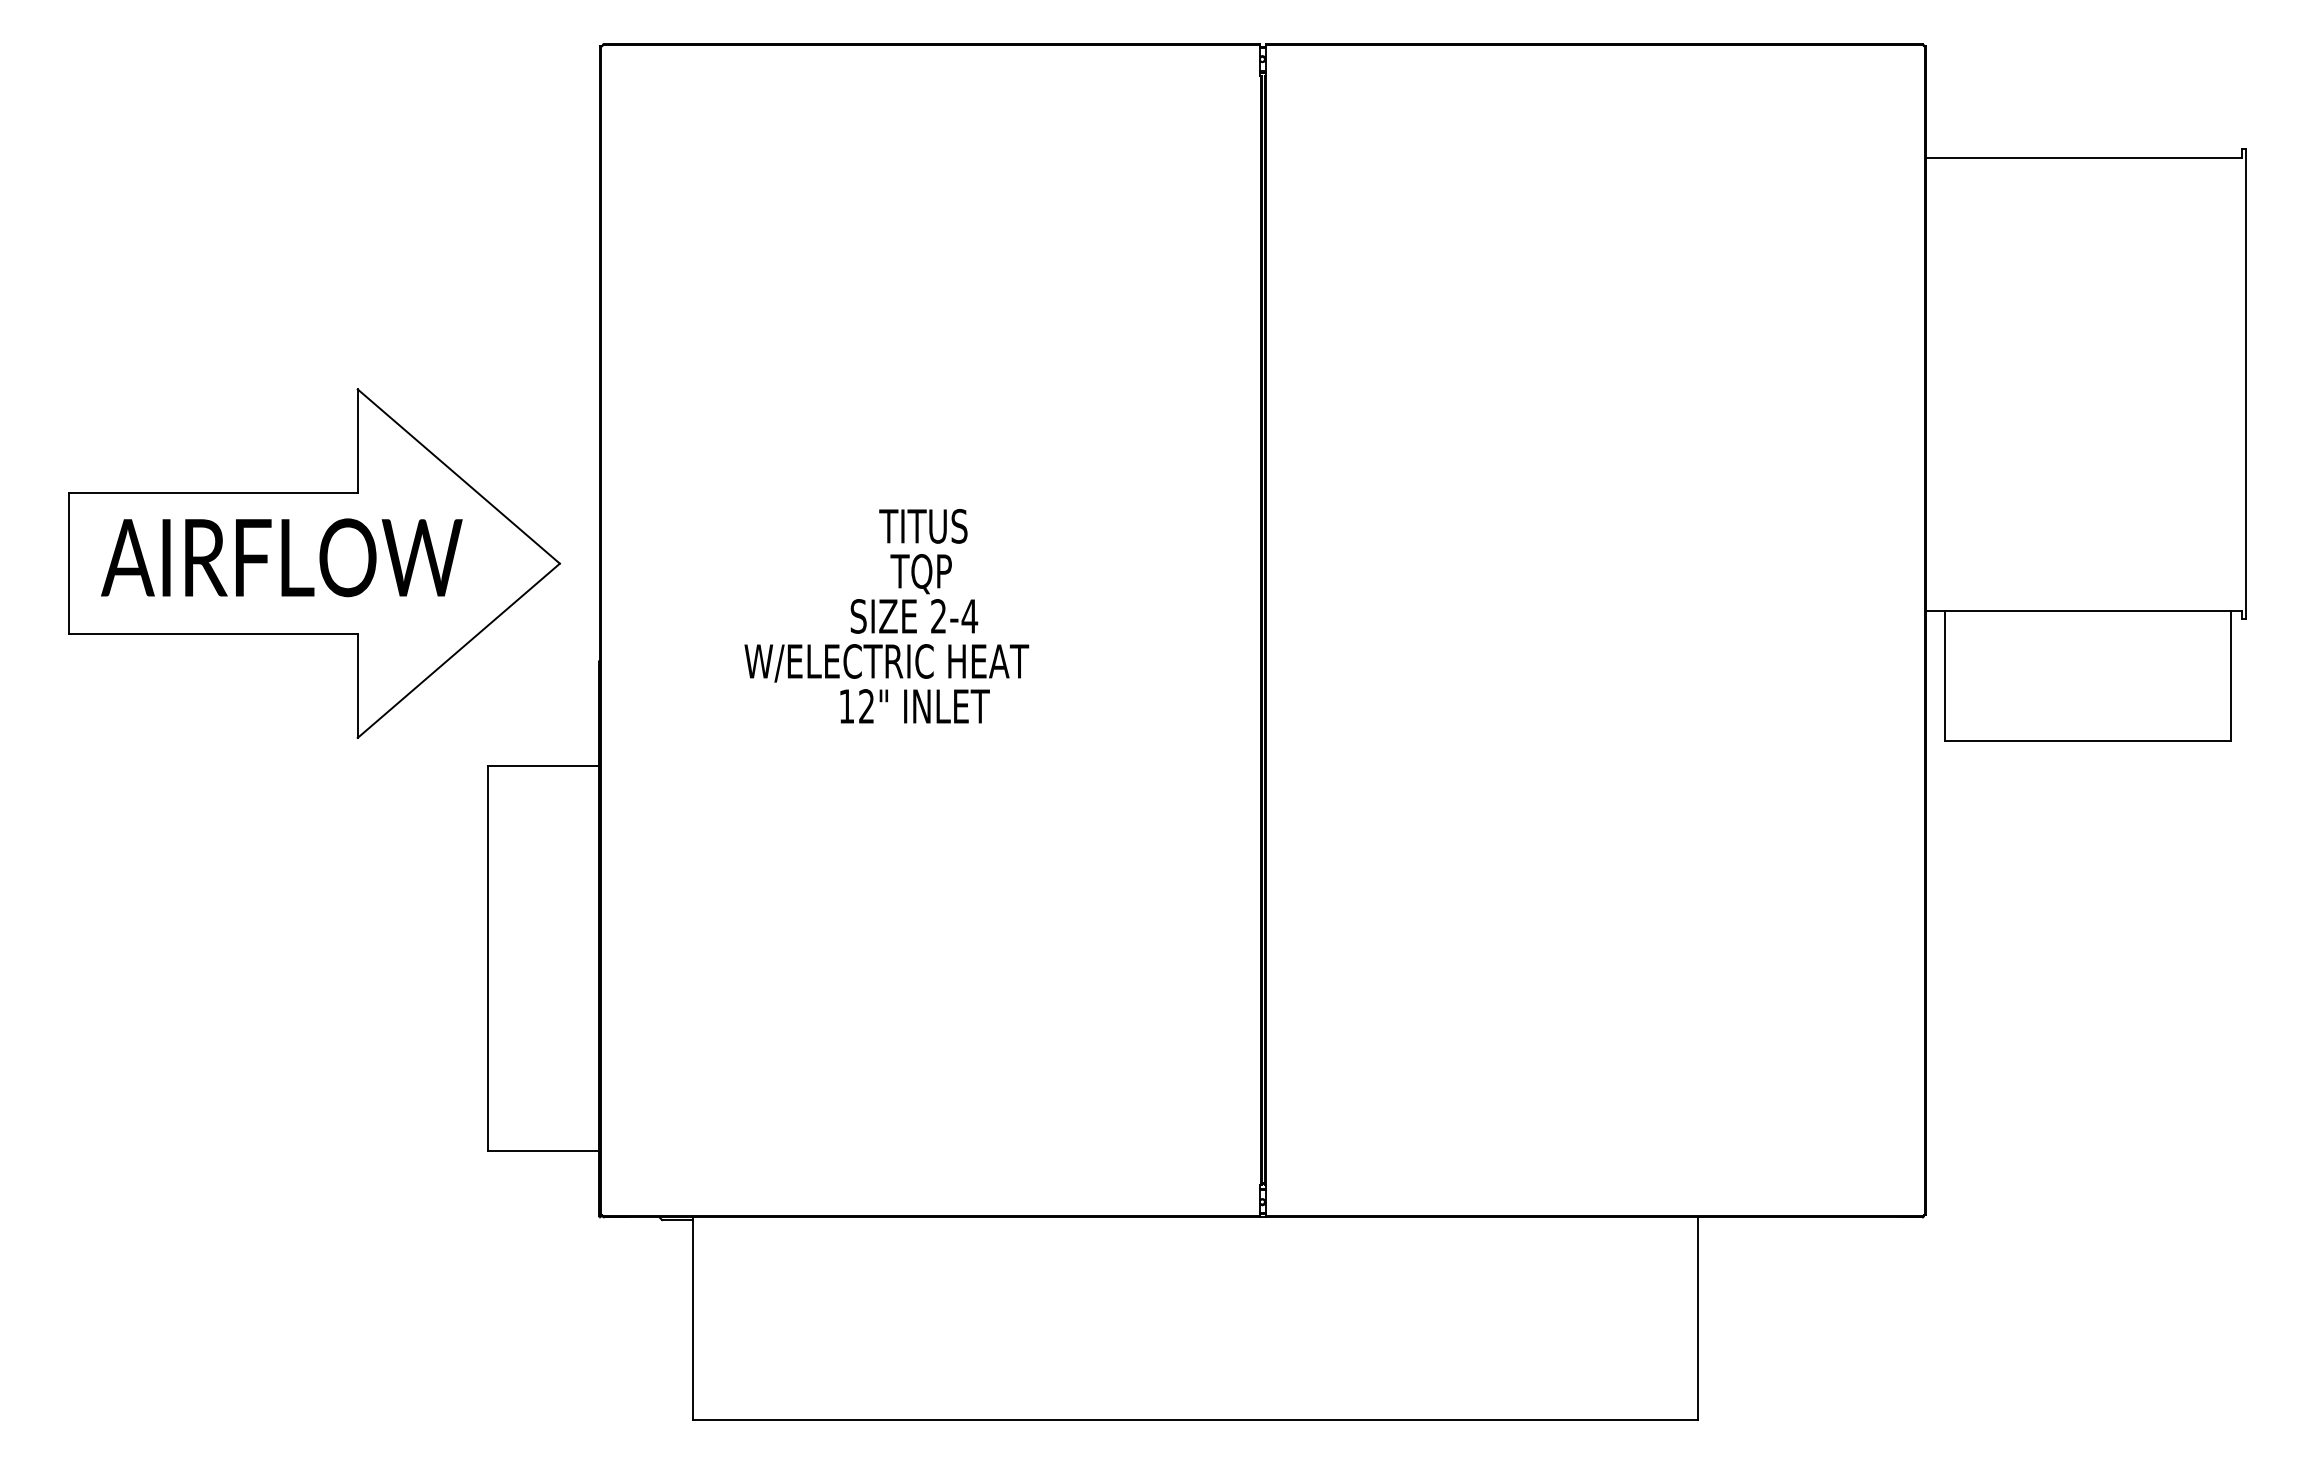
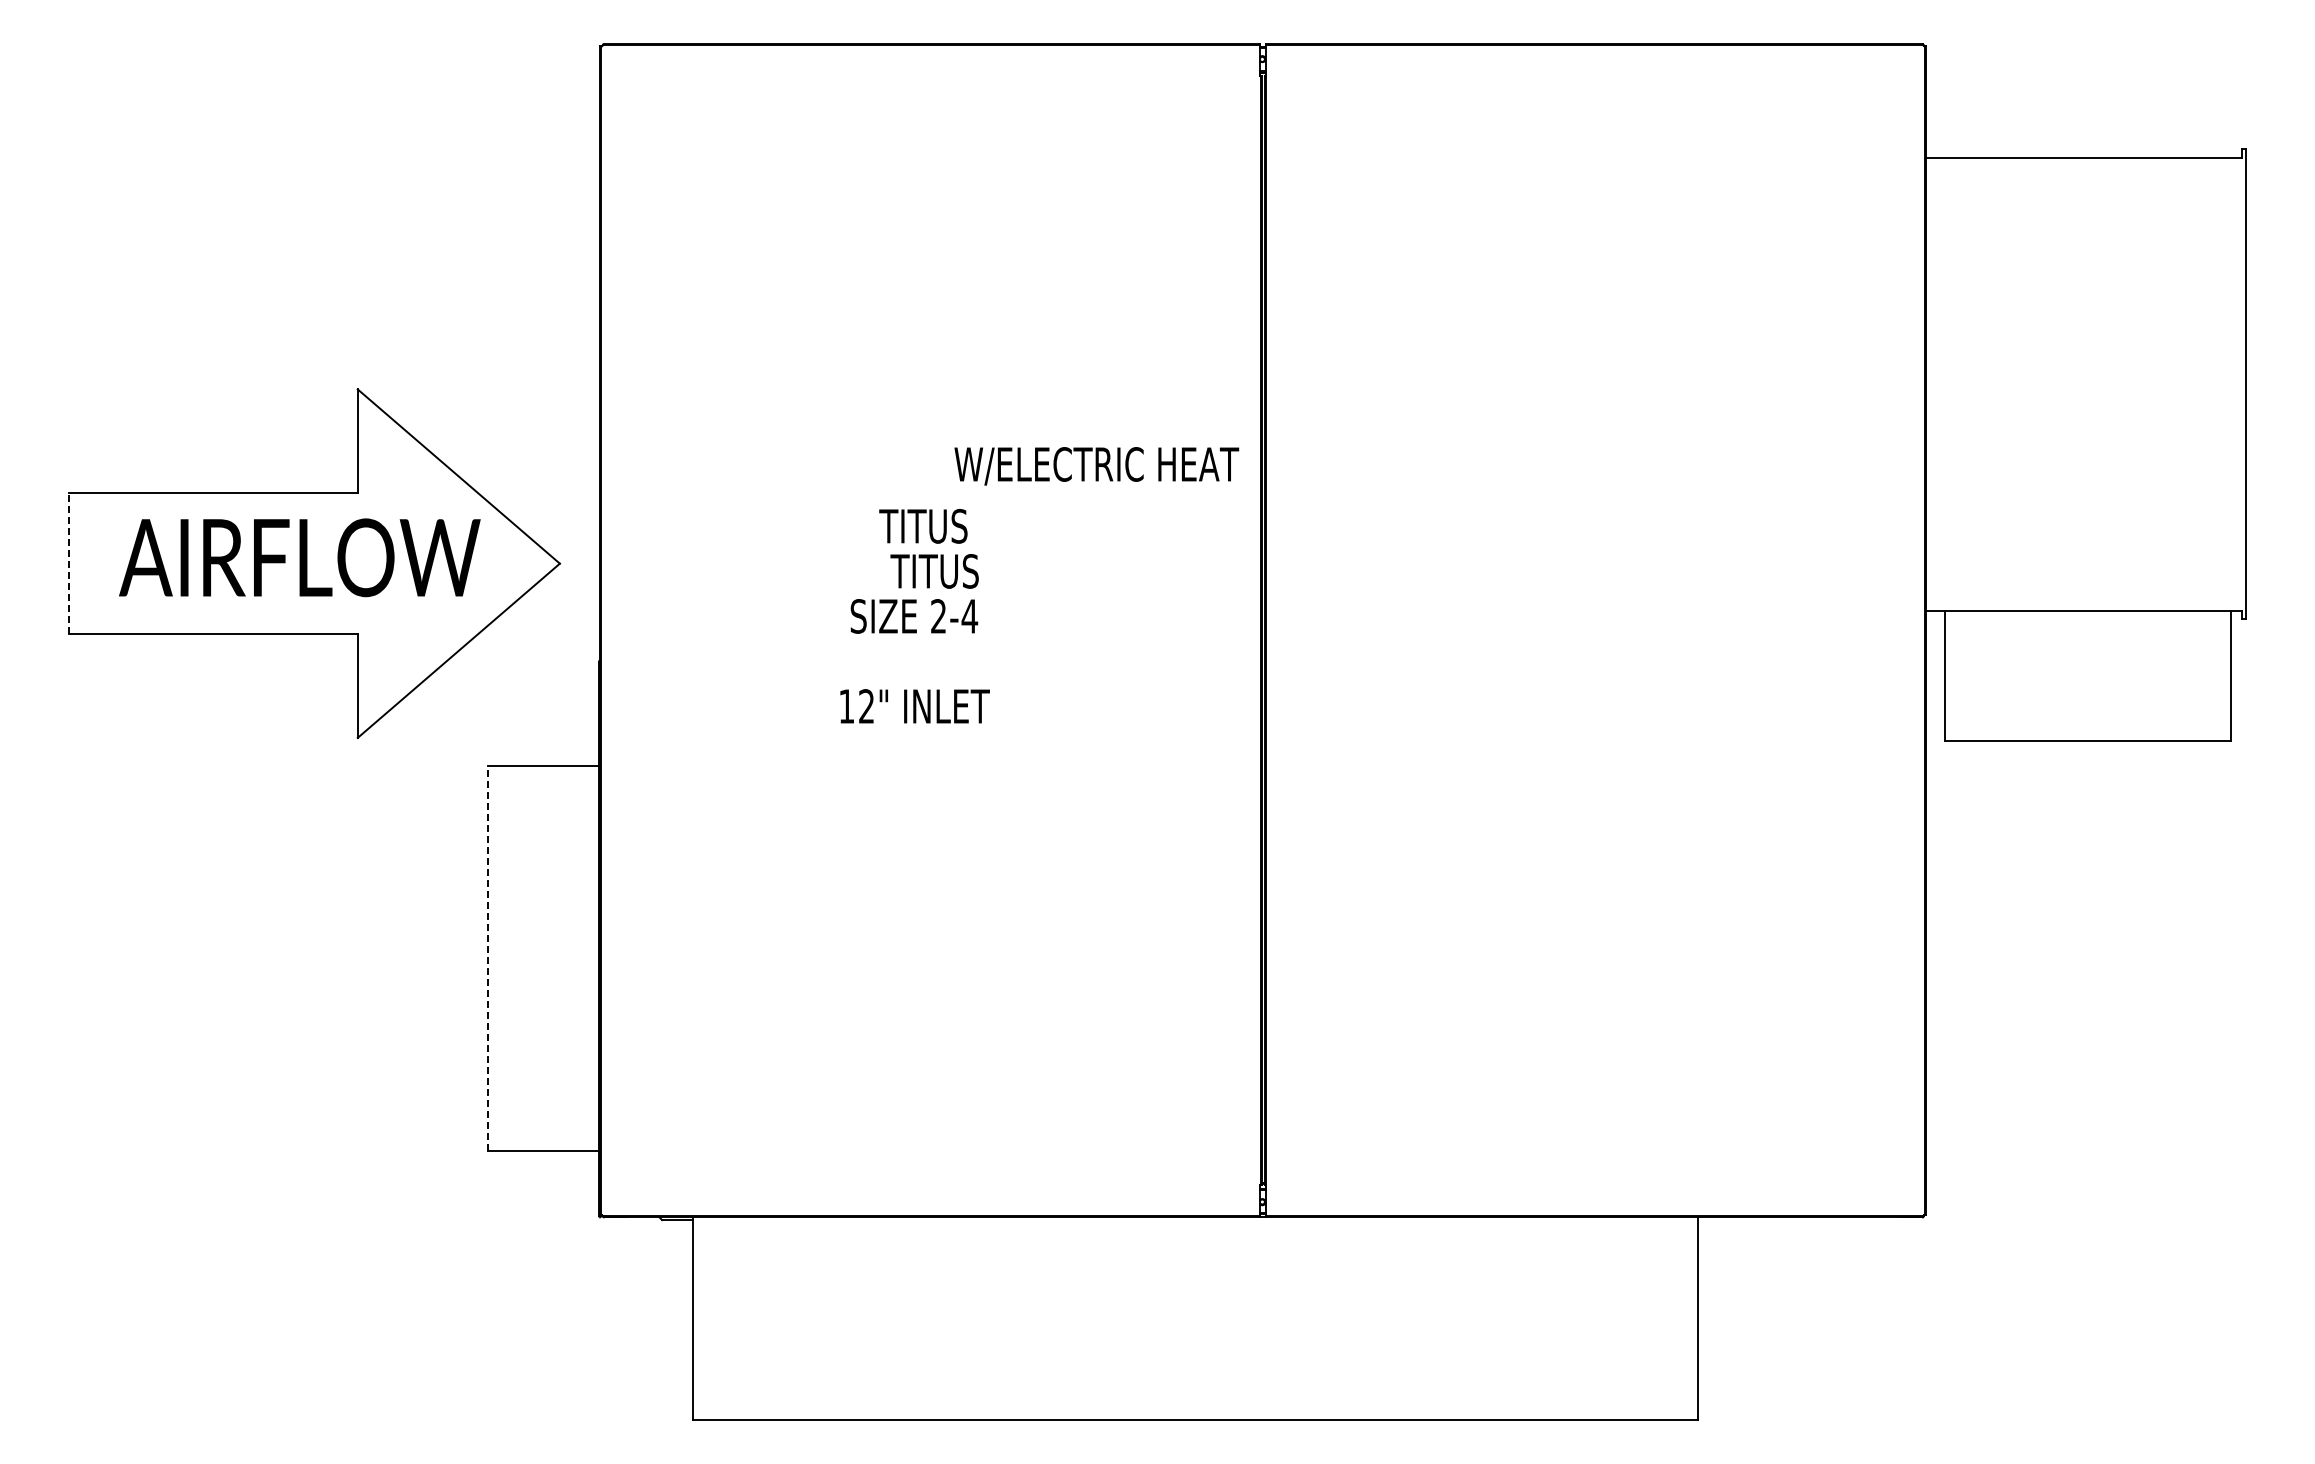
text at (281, 557) position: (281, 557) -> (299, 557)
line at (69, 563): solid -> dashed
text at (944, 574): TQP -> TITUS
text at (886, 663) position: (886, 663) -> (1096, 466)
line at (488, 957): solid -> dashed
